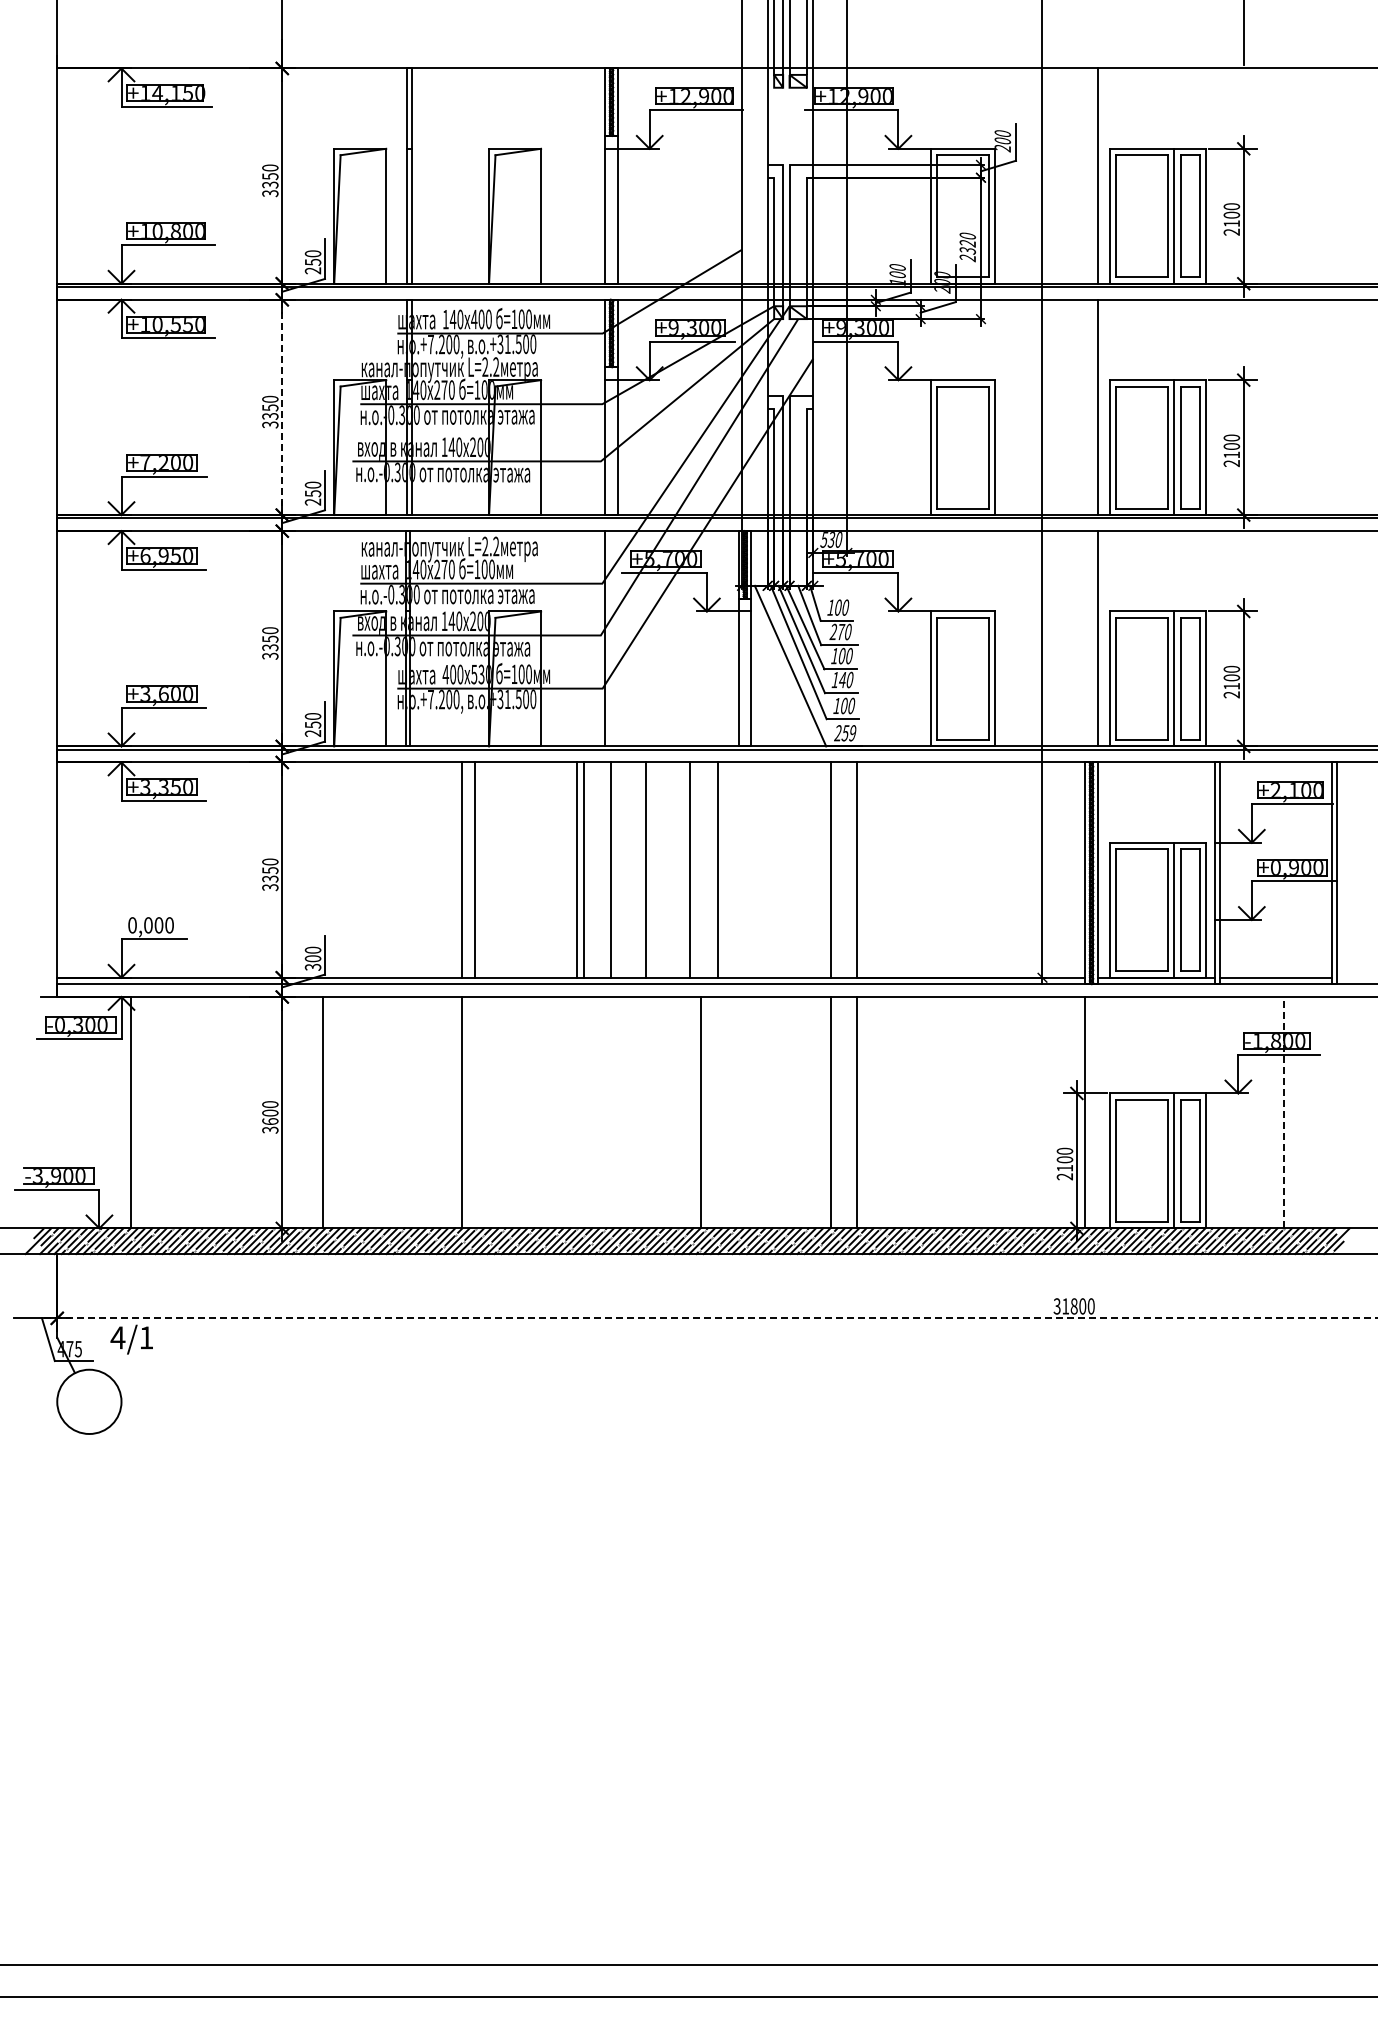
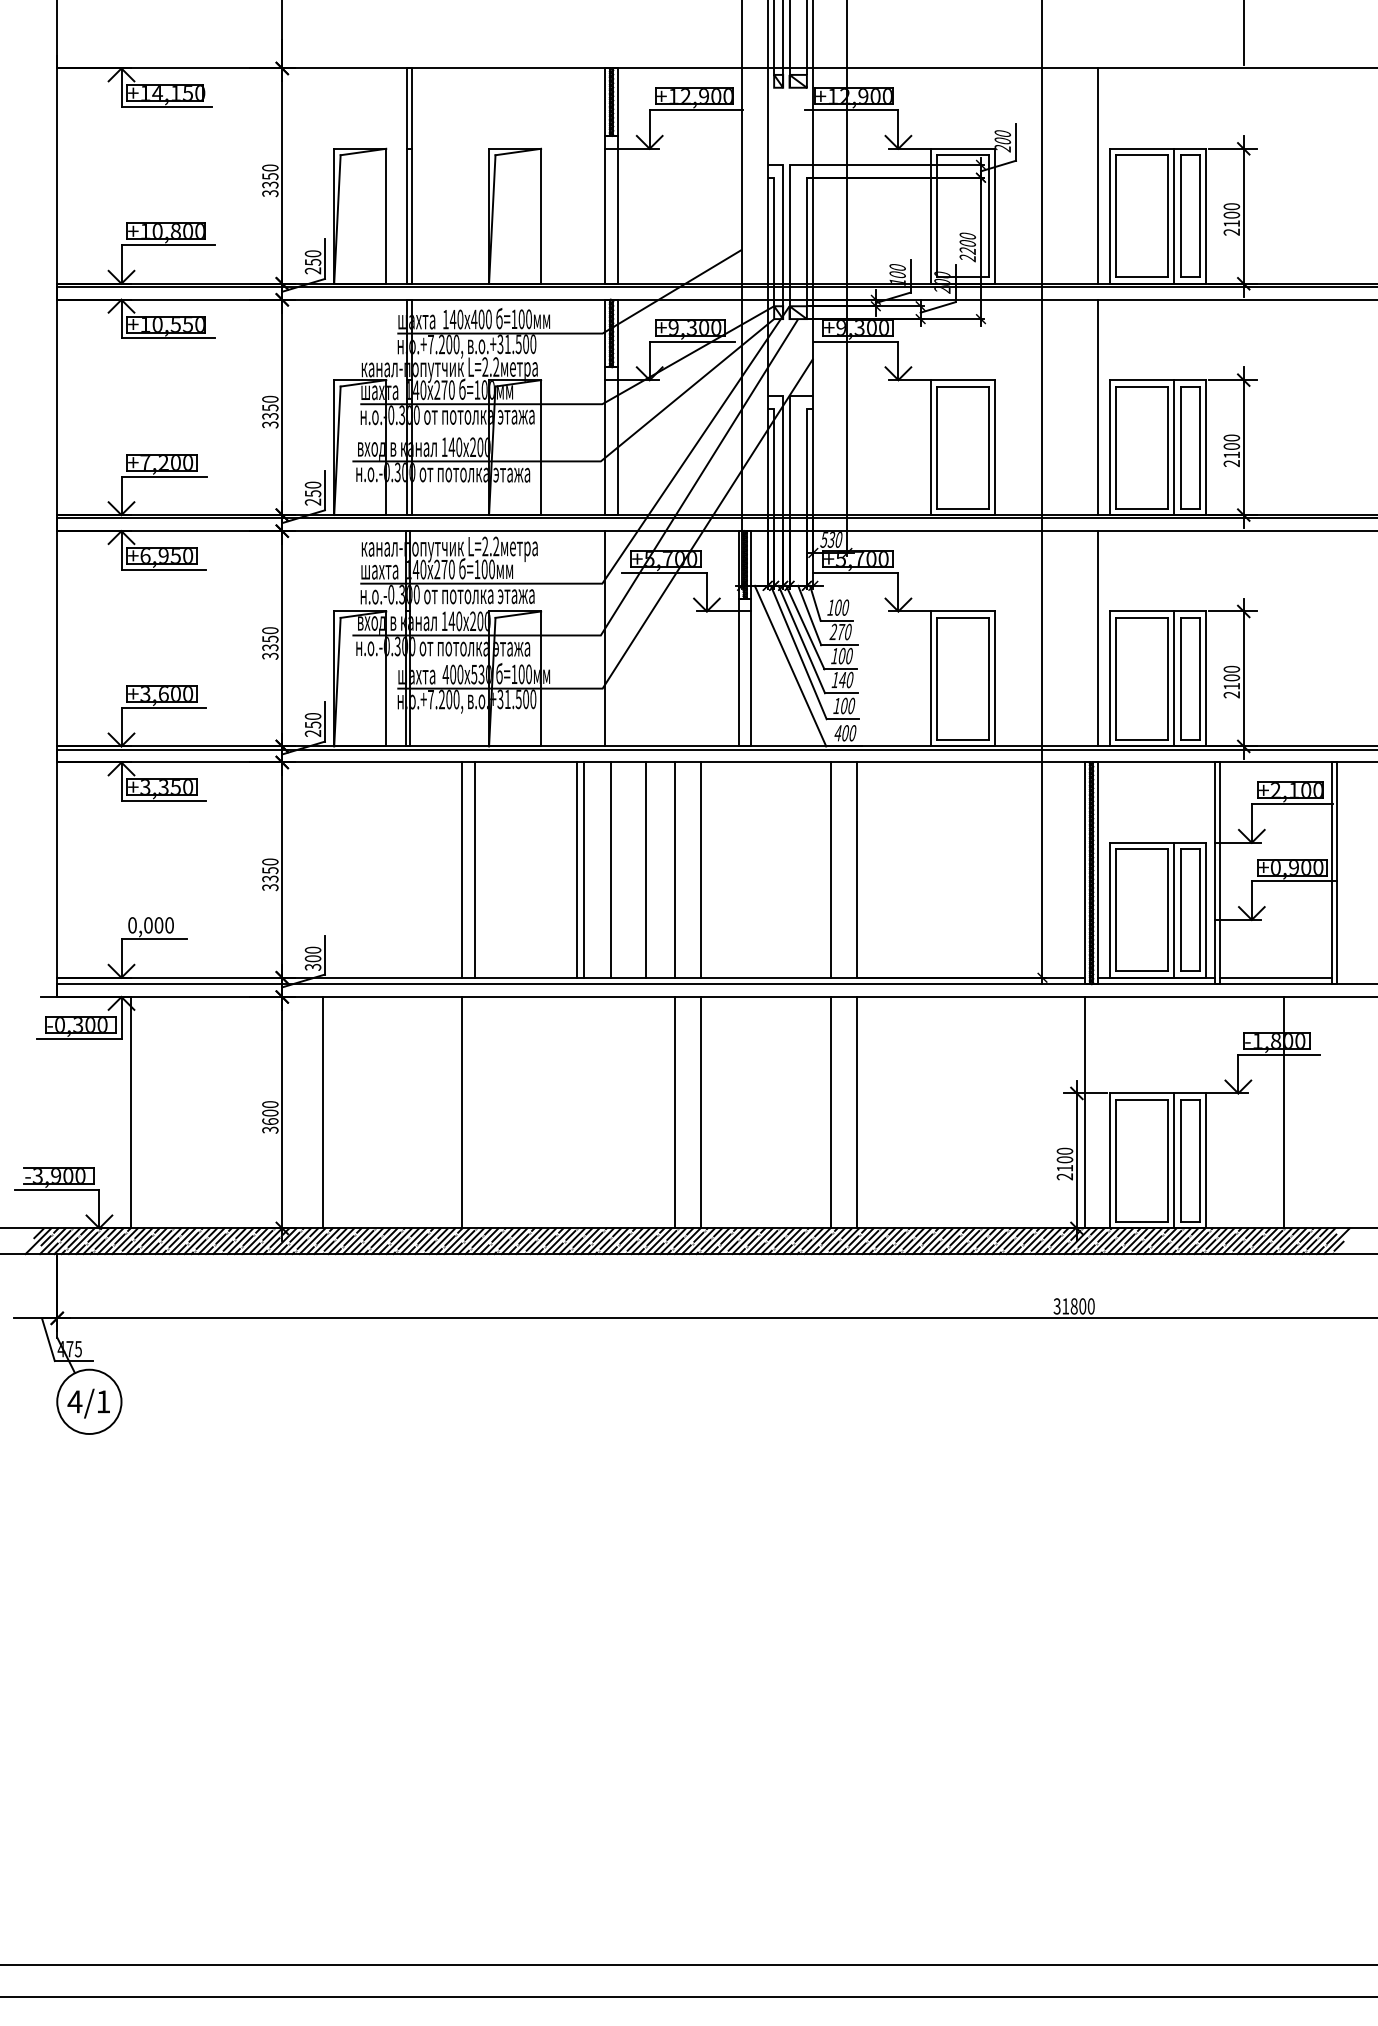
text at (967, 247): 2320 -> 2200
line at (282, 406): dashed -> solid
text at (844, 733): 259 -> 400
line at (689, 869) position: (689, 869) -> (674, 869)
line at (717, 869) position: (717, 869) -> (700, 869)
line at (674, 1112): none -> present
line at (1283, 1112): dashed -> solid
line at (711, 1318): dashed -> solid
text at (131, 1339) position: (131, 1339) -> (88, 1403)
